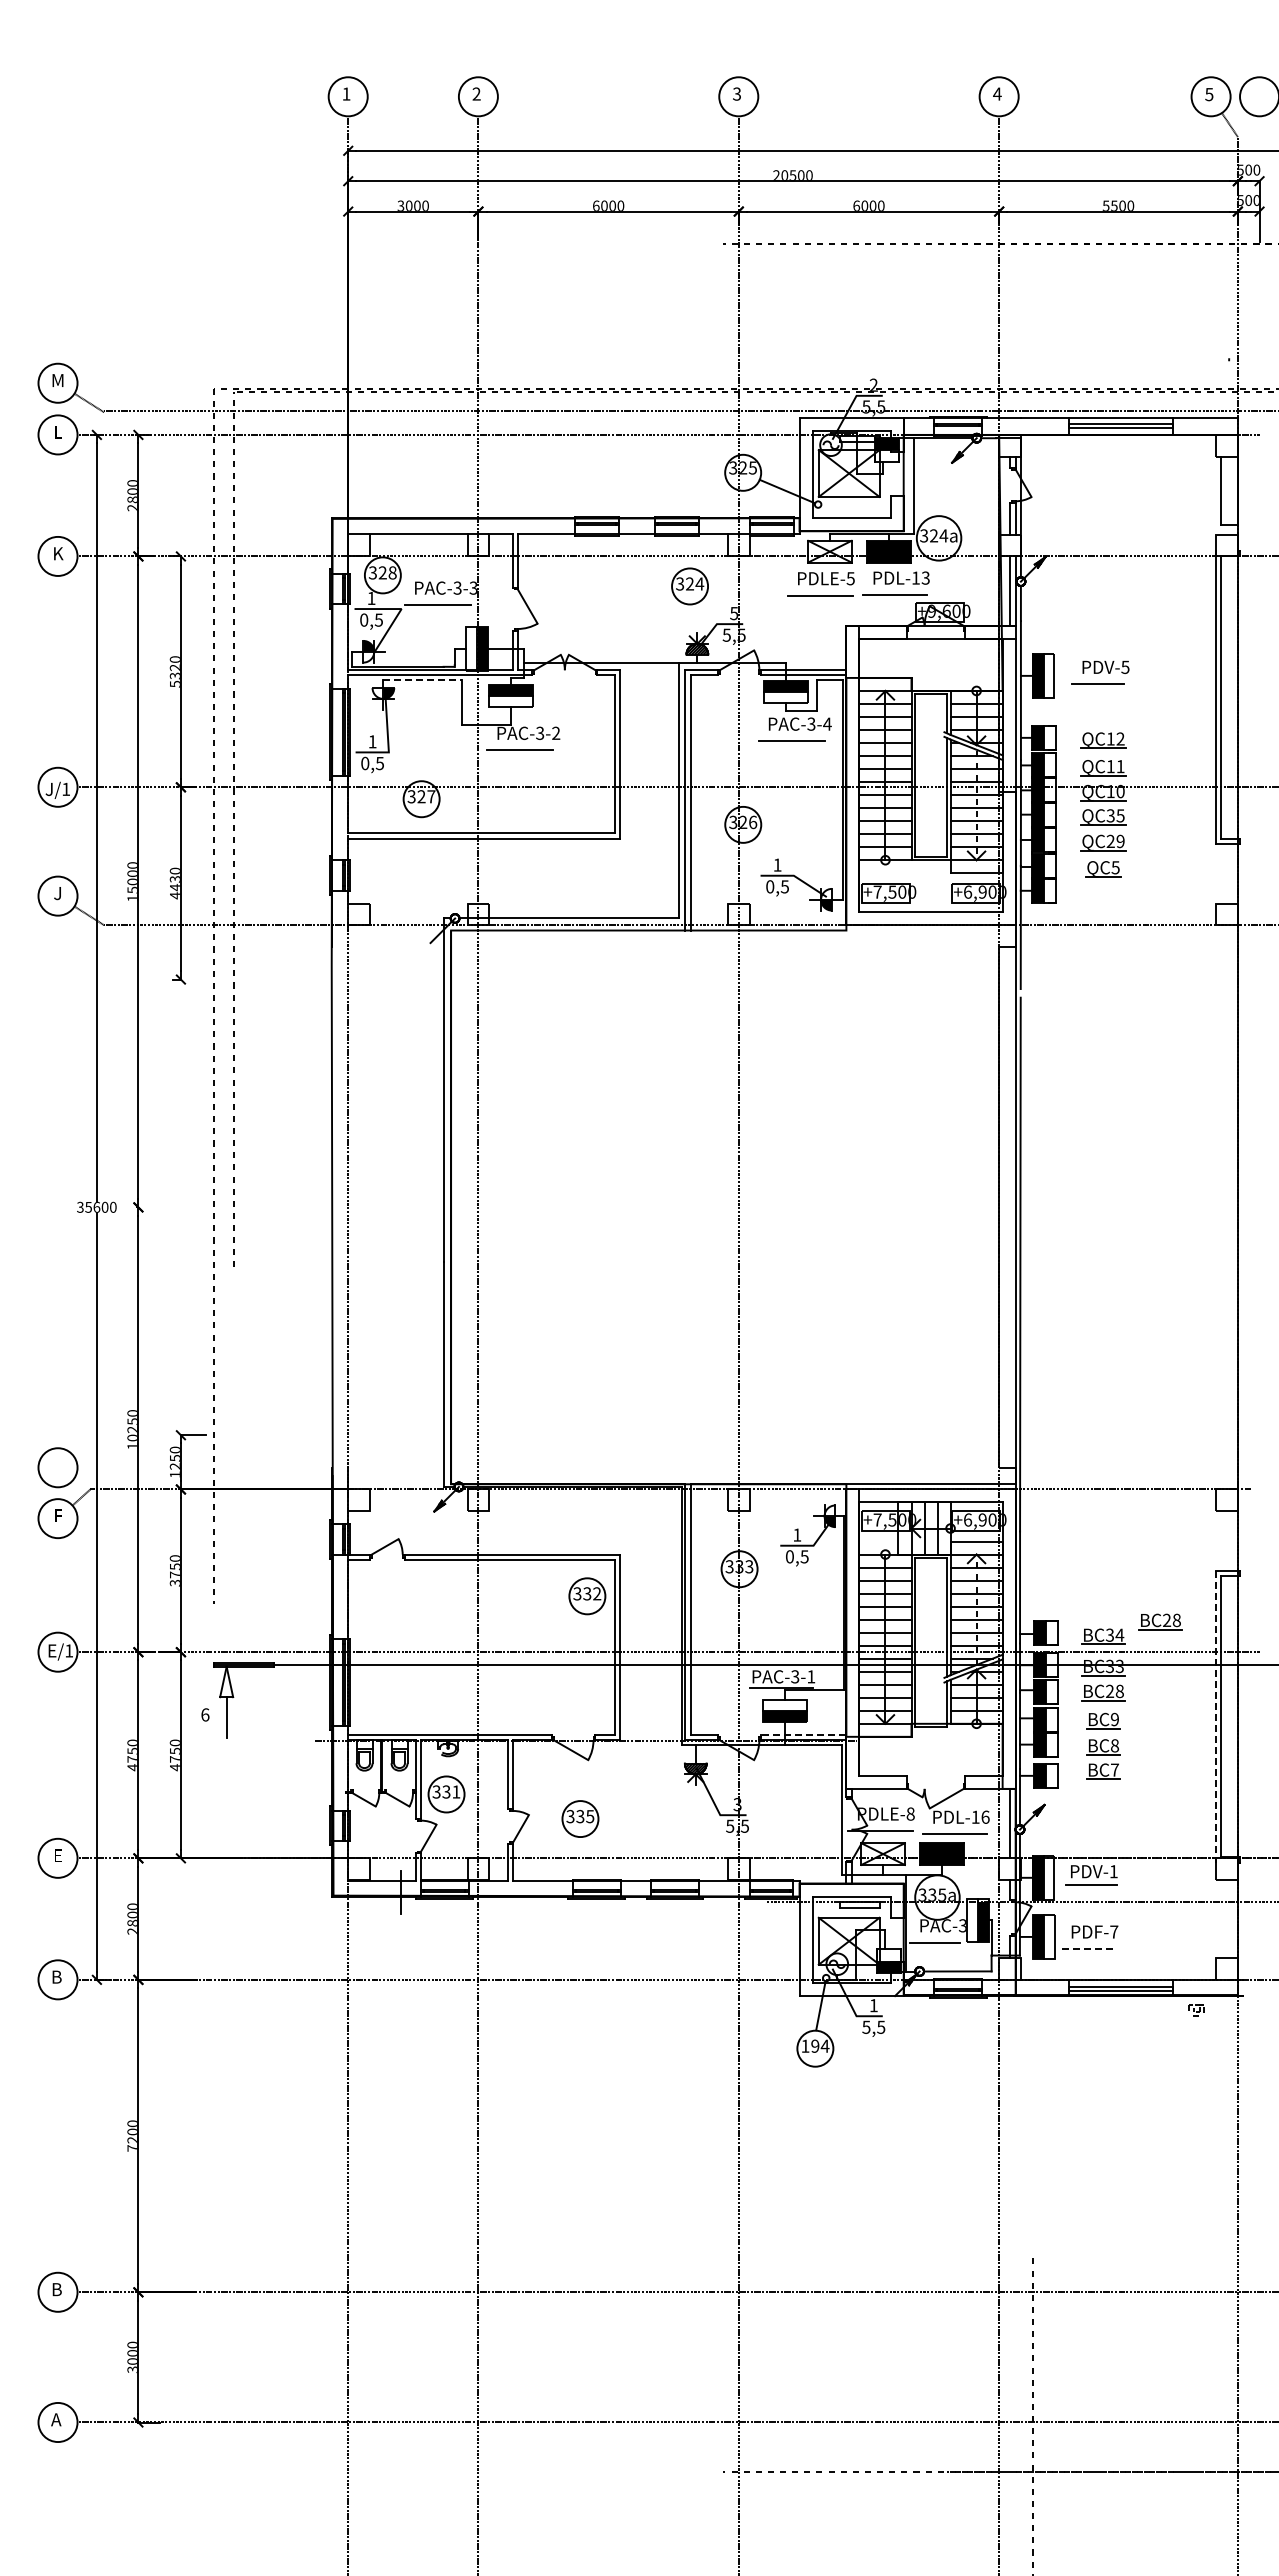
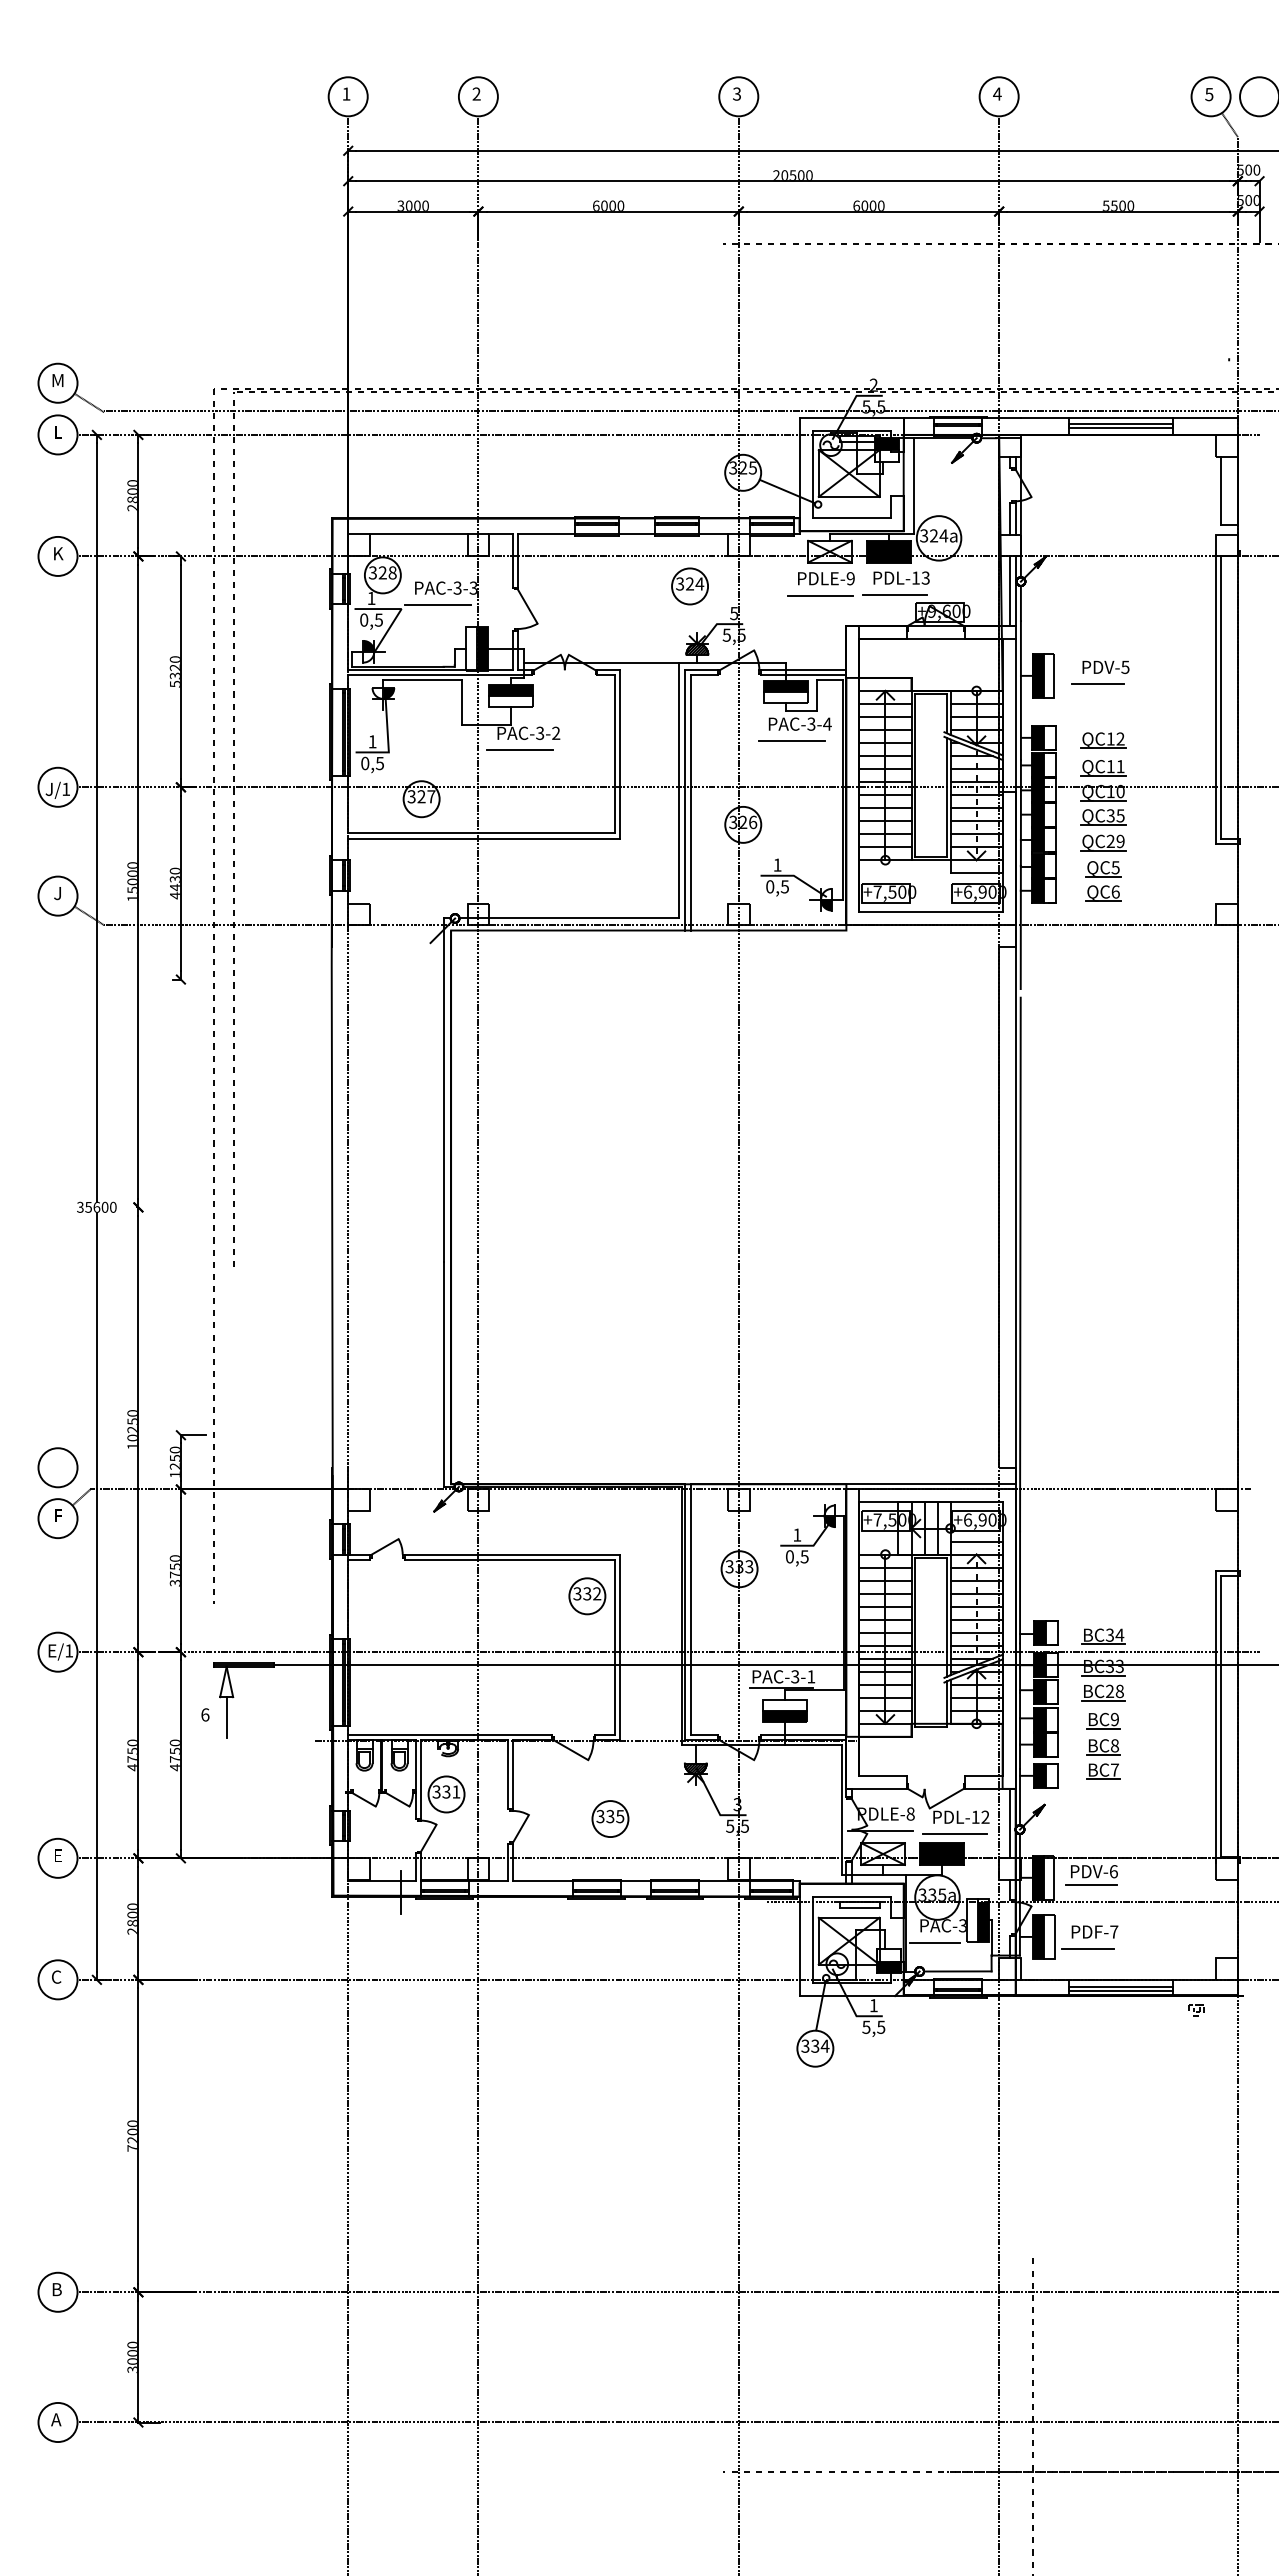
text at (850, 578): PDLE-5 -> PDLE-9
line at (423, 679): dashed -> solid
part at (1103, 893): none -> present
part at (1160, 1621): present -> none
line at (1216, 1716): dashed -> solid
line at (803, 1735): dashed -> solid
text at (985, 1816): PDL-16 -> PDL-12
part at (580, 1818) position: (580, 1818) -> (610, 1818)
text at (1113, 1871): PDV-1 -> PDV-6
line at (1088, 1949): dashed -> solid
text at (56, 1976): B -> C
text at (810, 2045): 194 -> 334
